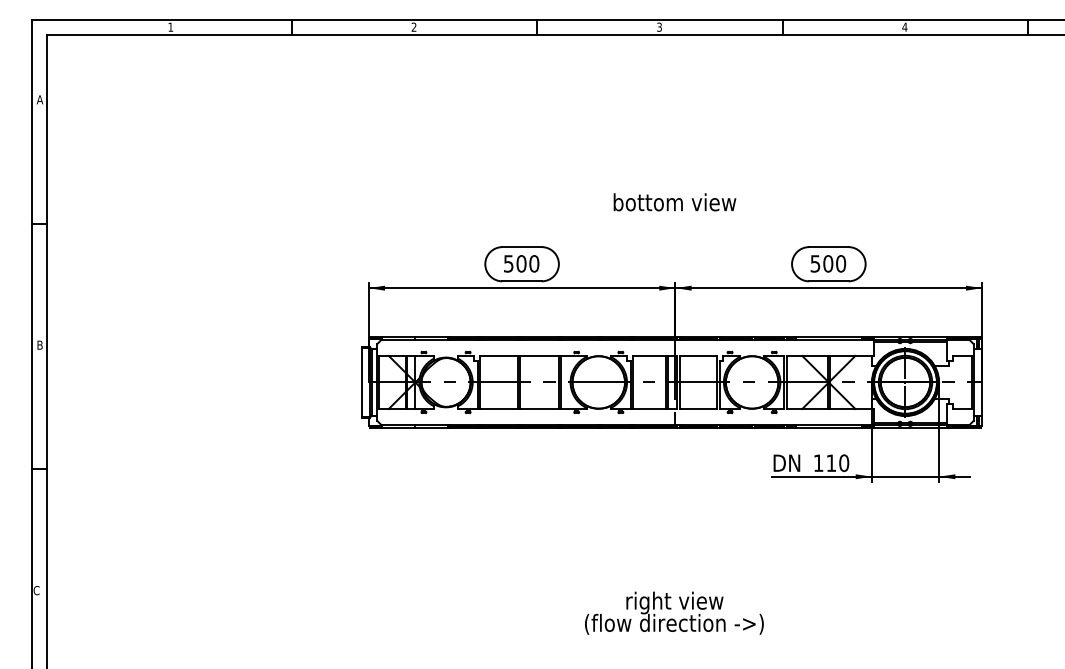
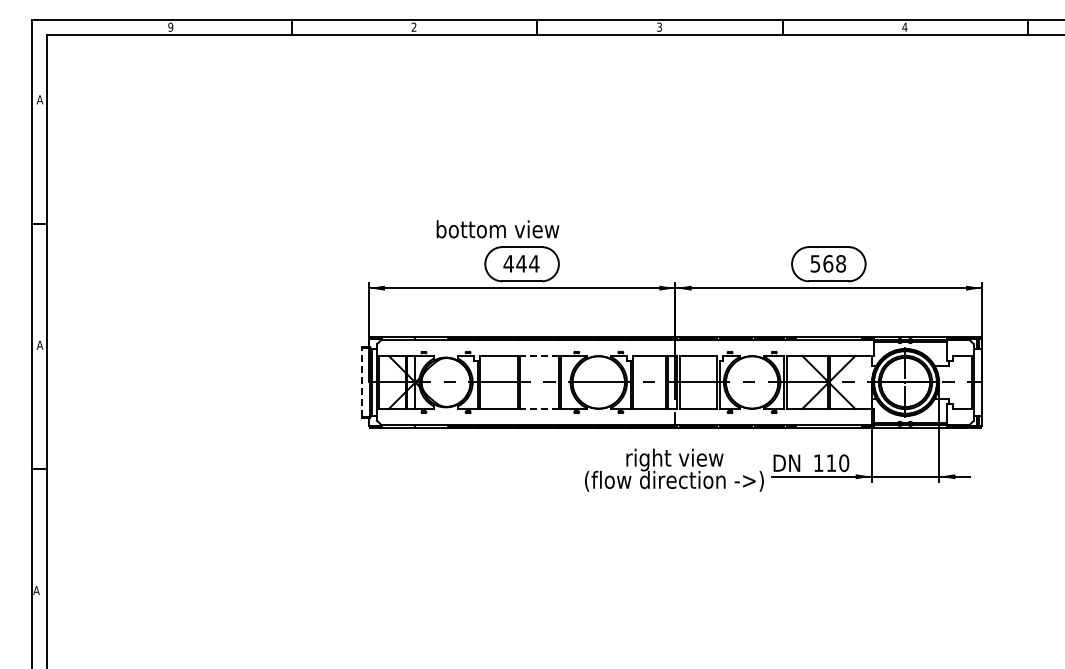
text at (170, 26): 1 -> 9
text at (674, 202) position: (674, 202) -> (497, 229)
text at (521, 263): 500 -> 444
text at (834, 263): 500 -> 568
text at (39, 344): B -> A
line at (539, 355): solid -> dashed
line at (361, 382): solid -> dashed
line at (539, 409): solid -> dashed
text at (36, 590): C -> A
text at (674, 612) position: (674, 612) -> (674, 469)
